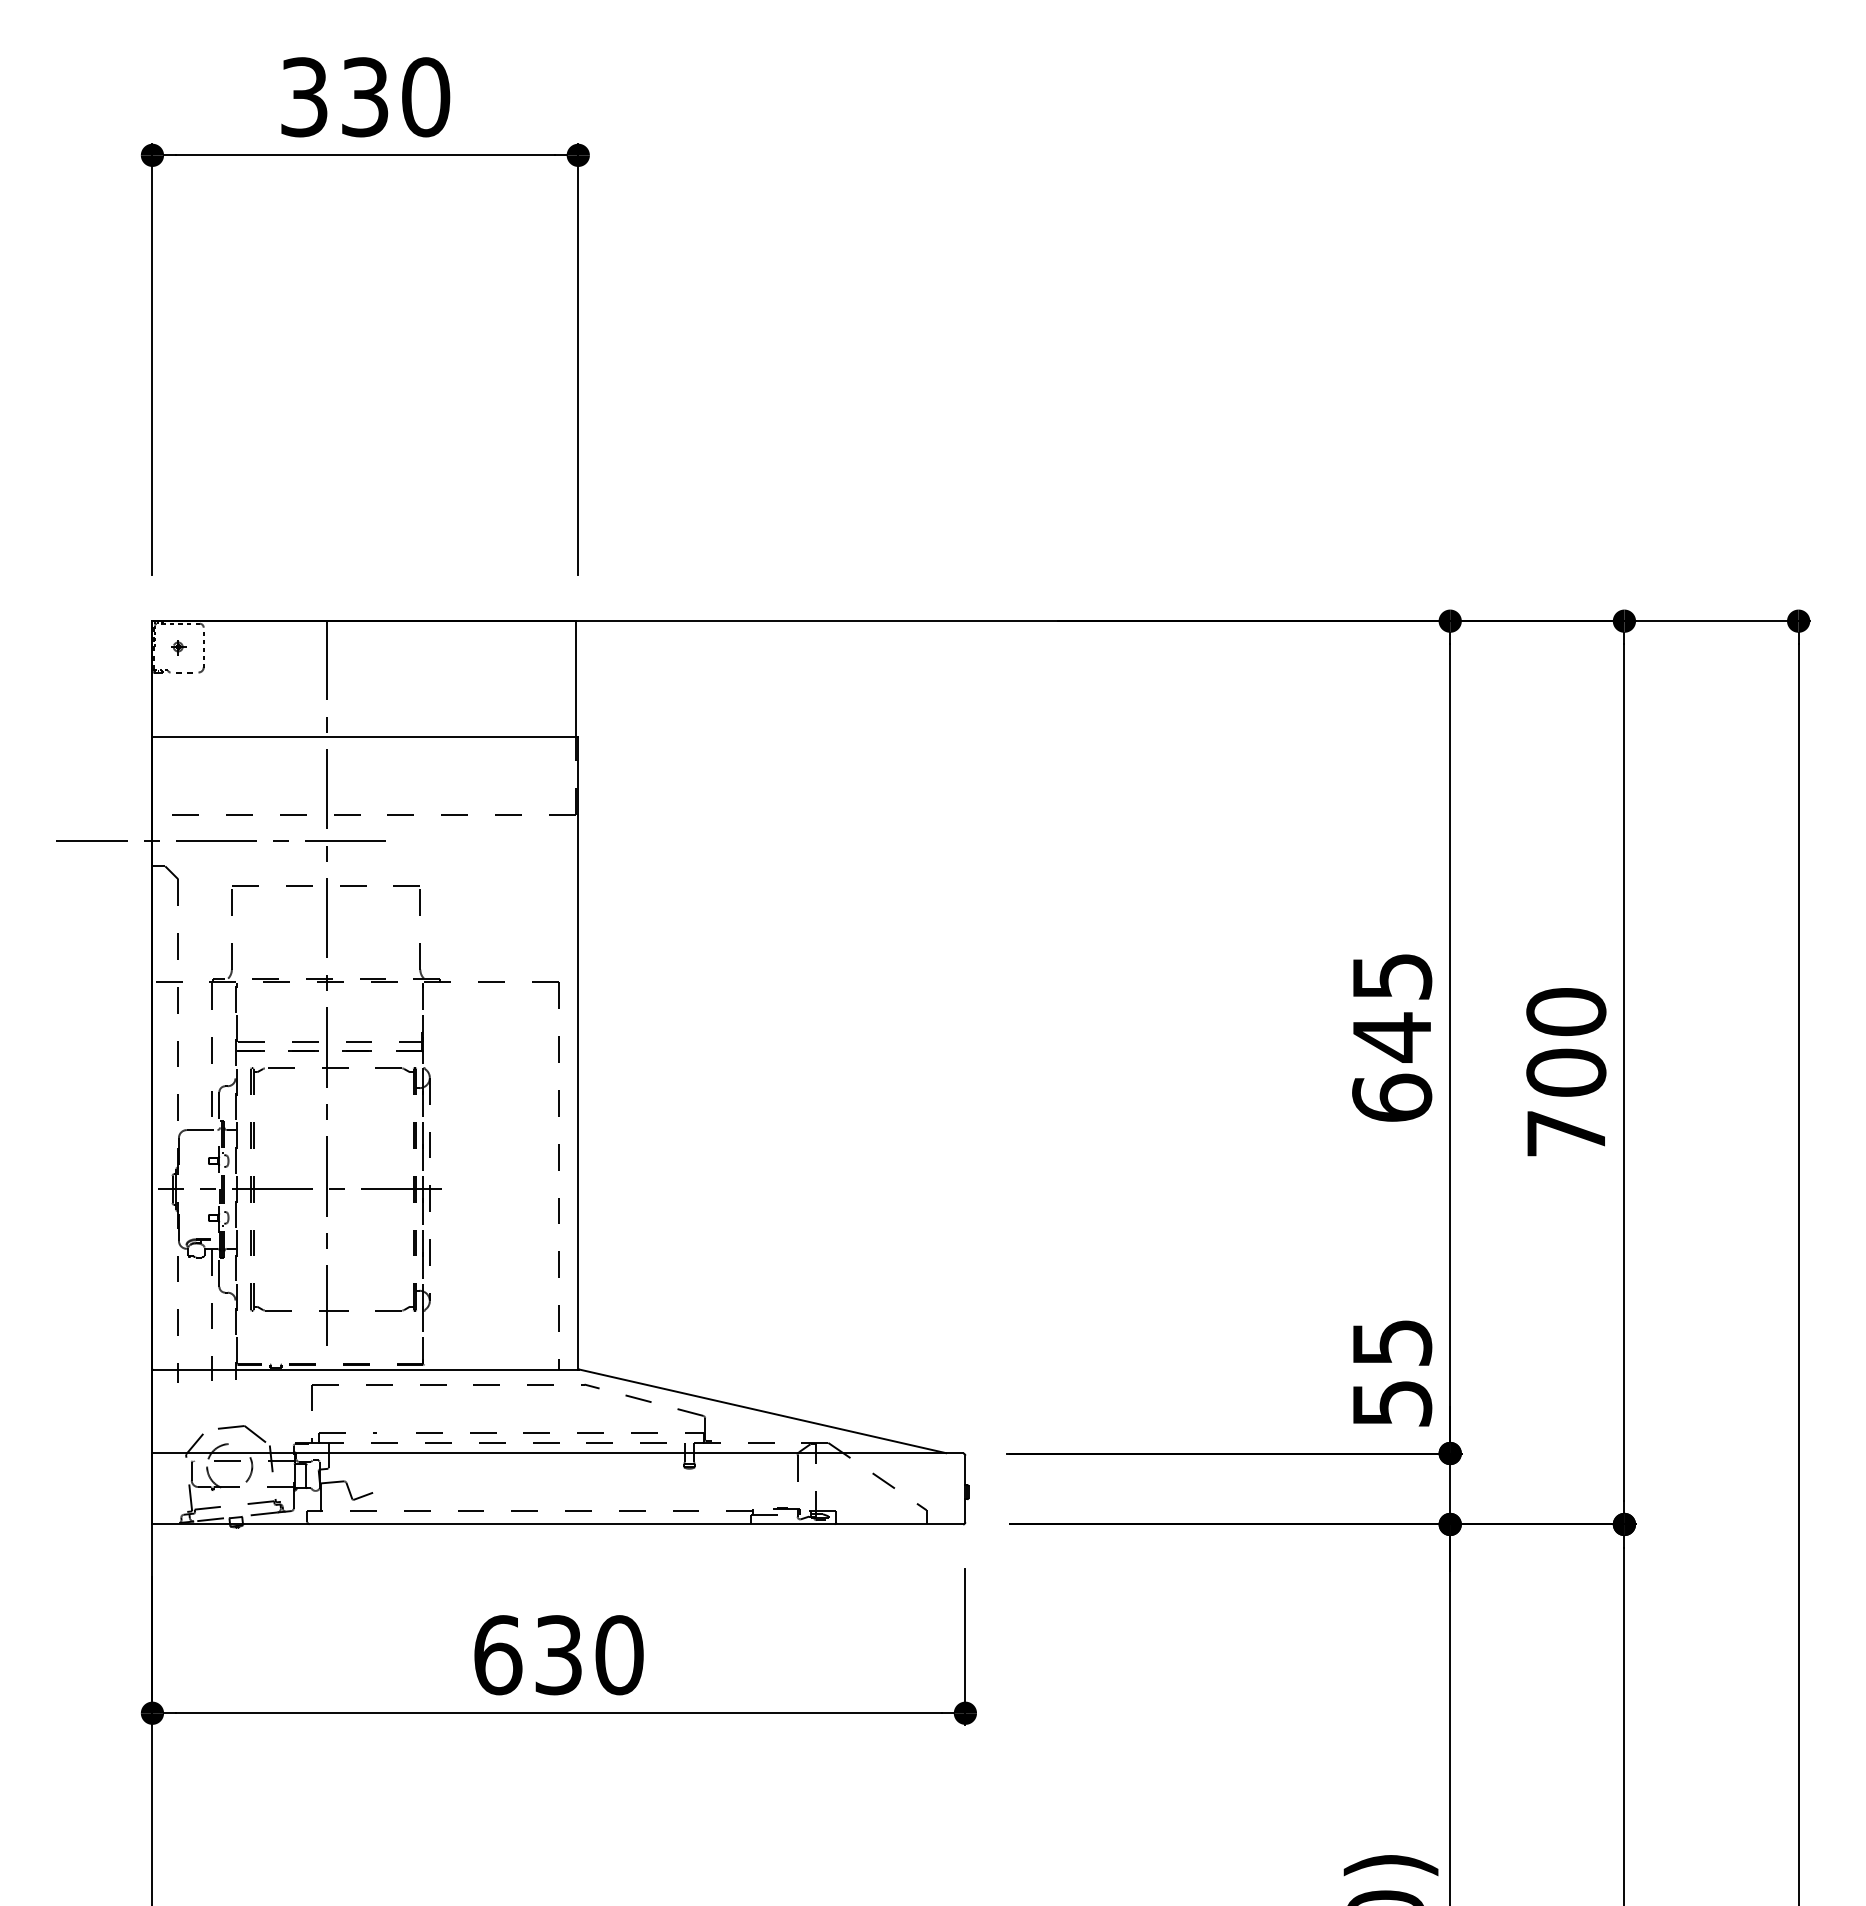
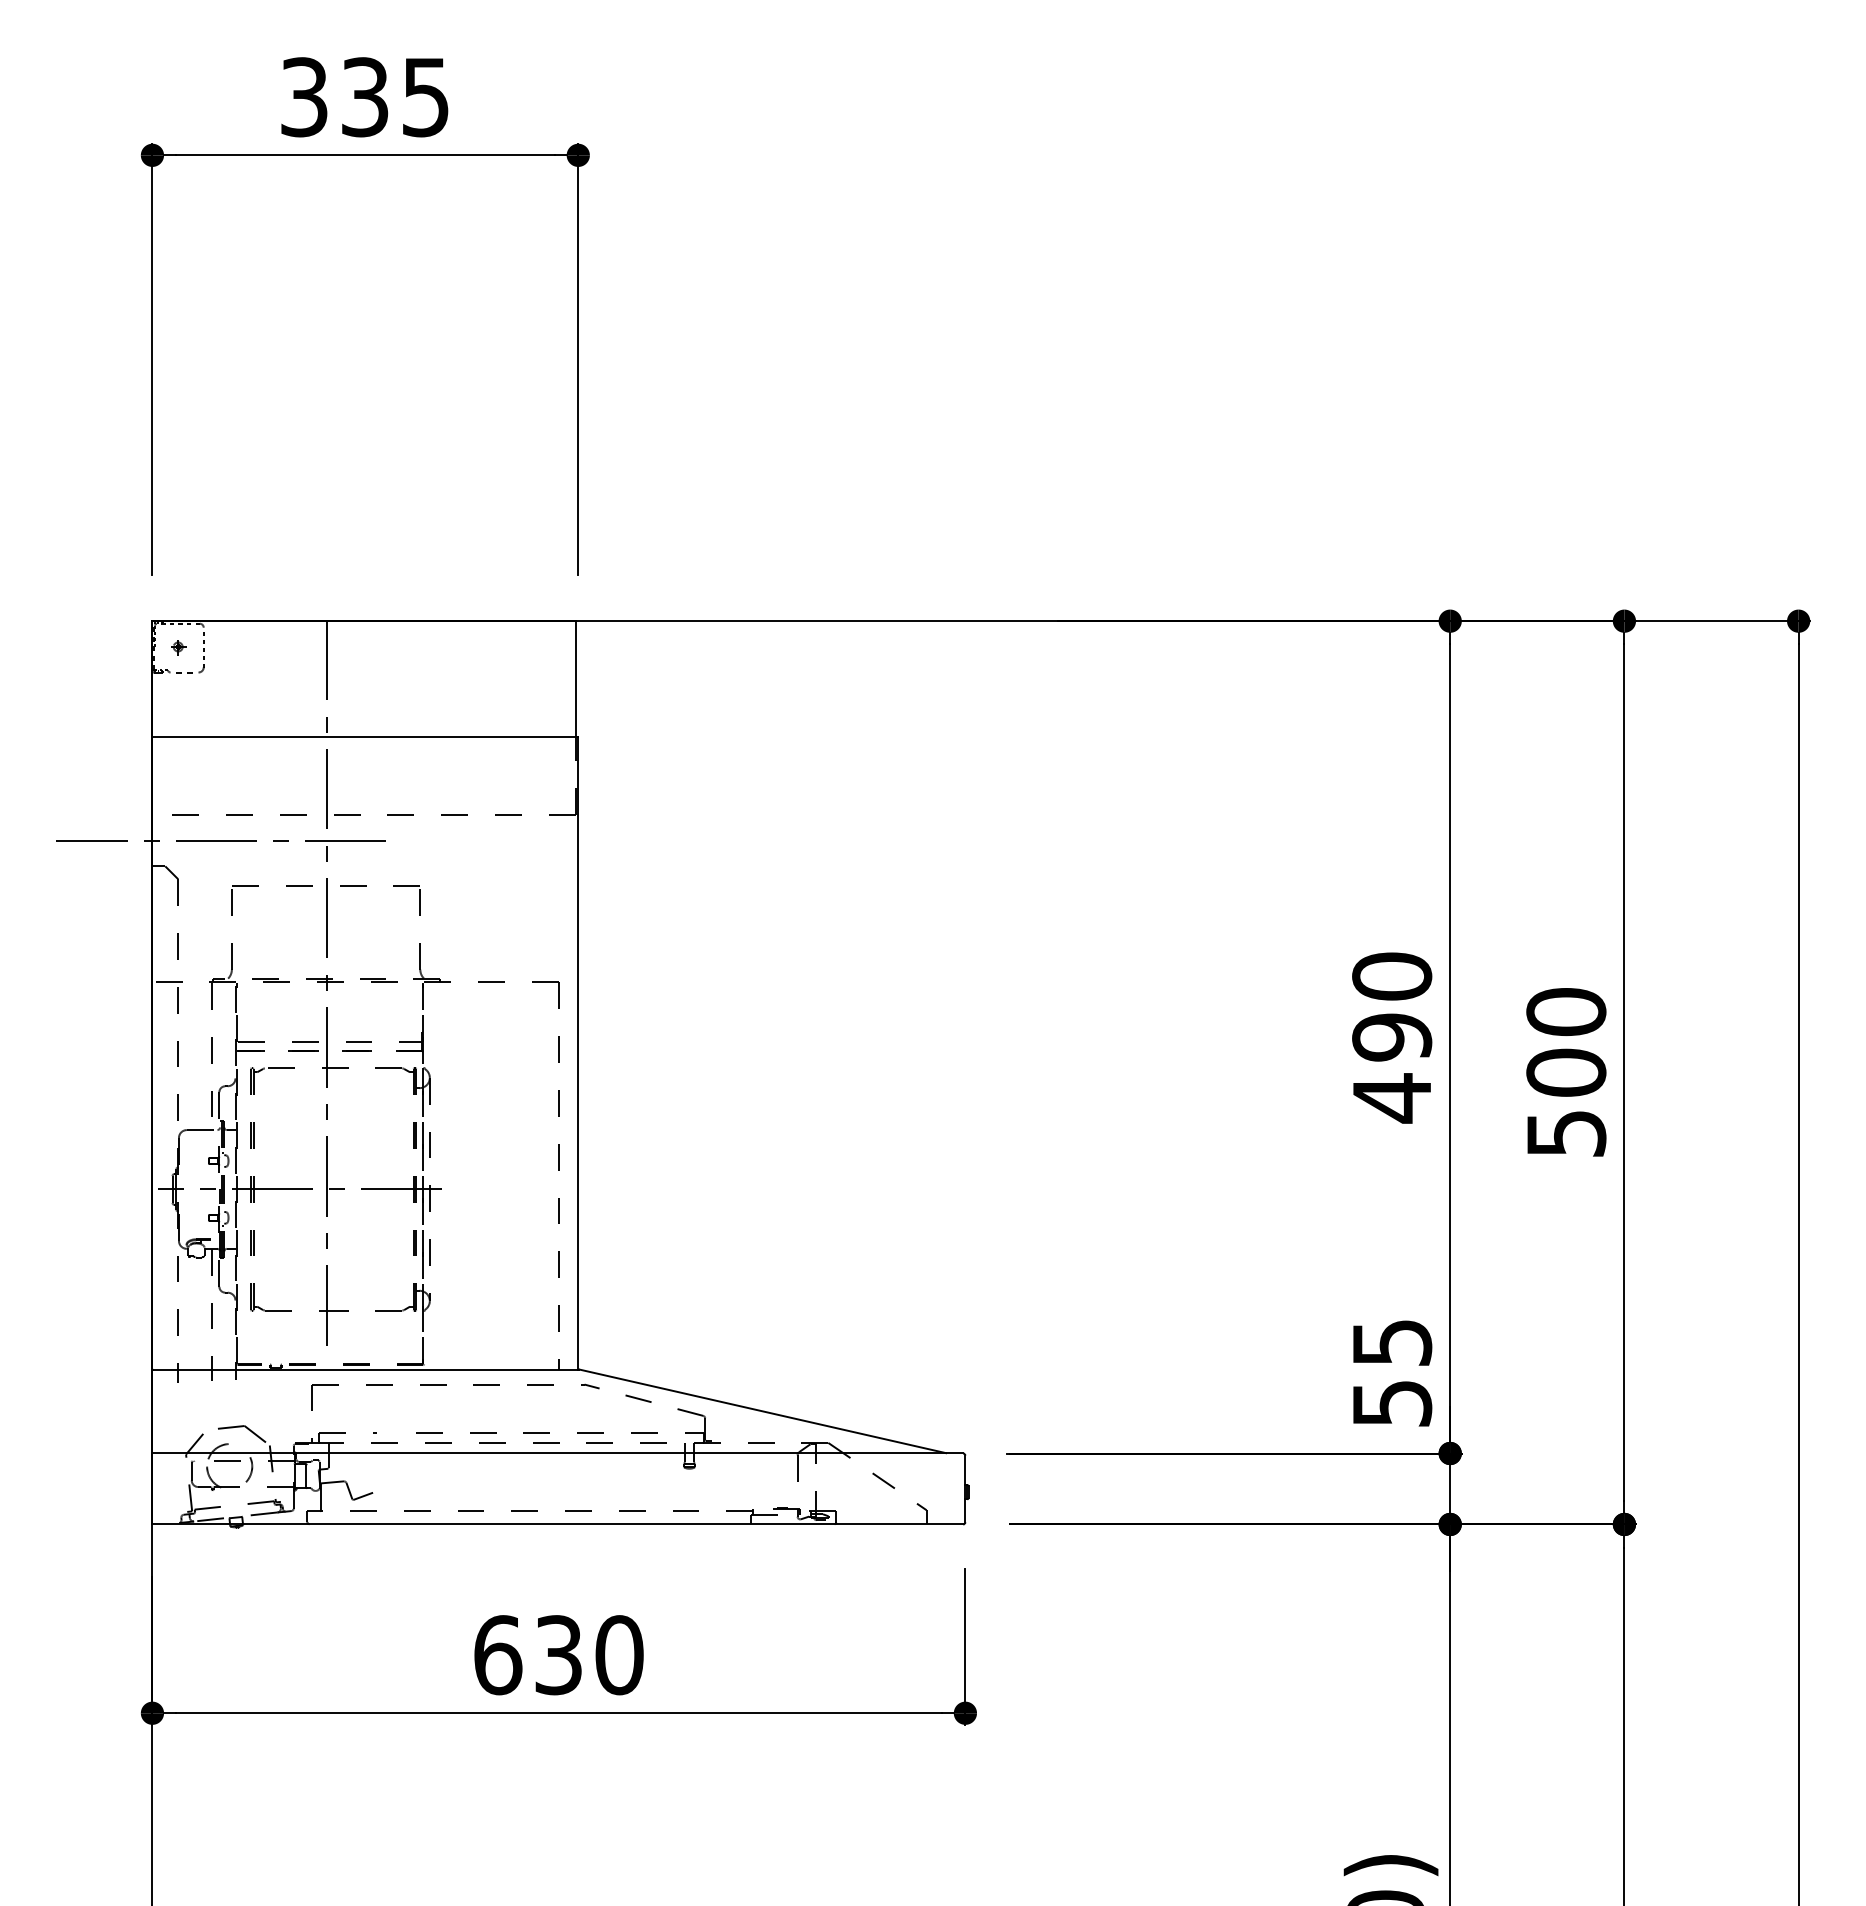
text at (426, 97): 330 -> 335
text at (1392, 1037): 645 -> 490
text at (1566, 1133): 700 -> 500
